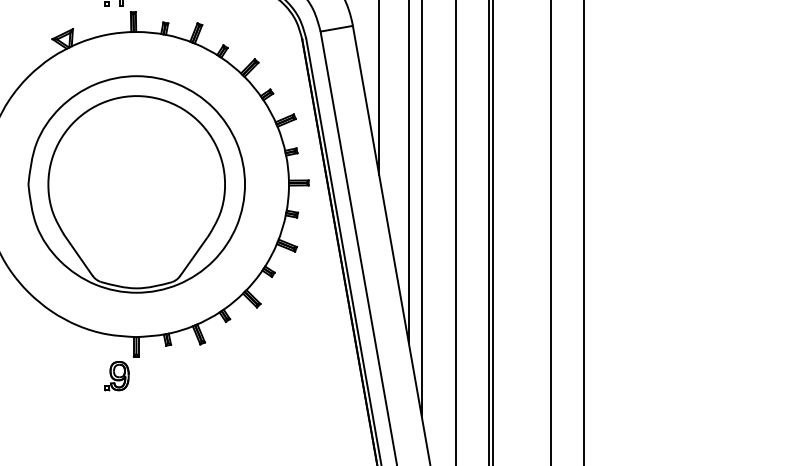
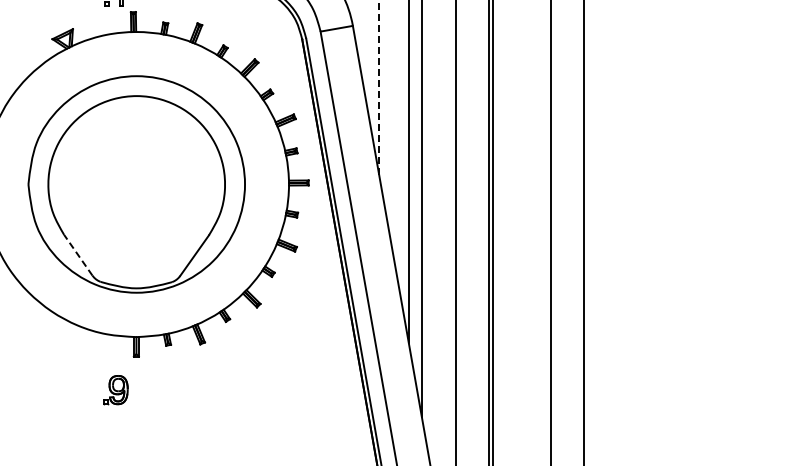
line at (379, 87): solid -> dashed
line at (78, 255): solid -> dashed
part at (116, 376) position: (116, 376) -> (115, 390)
